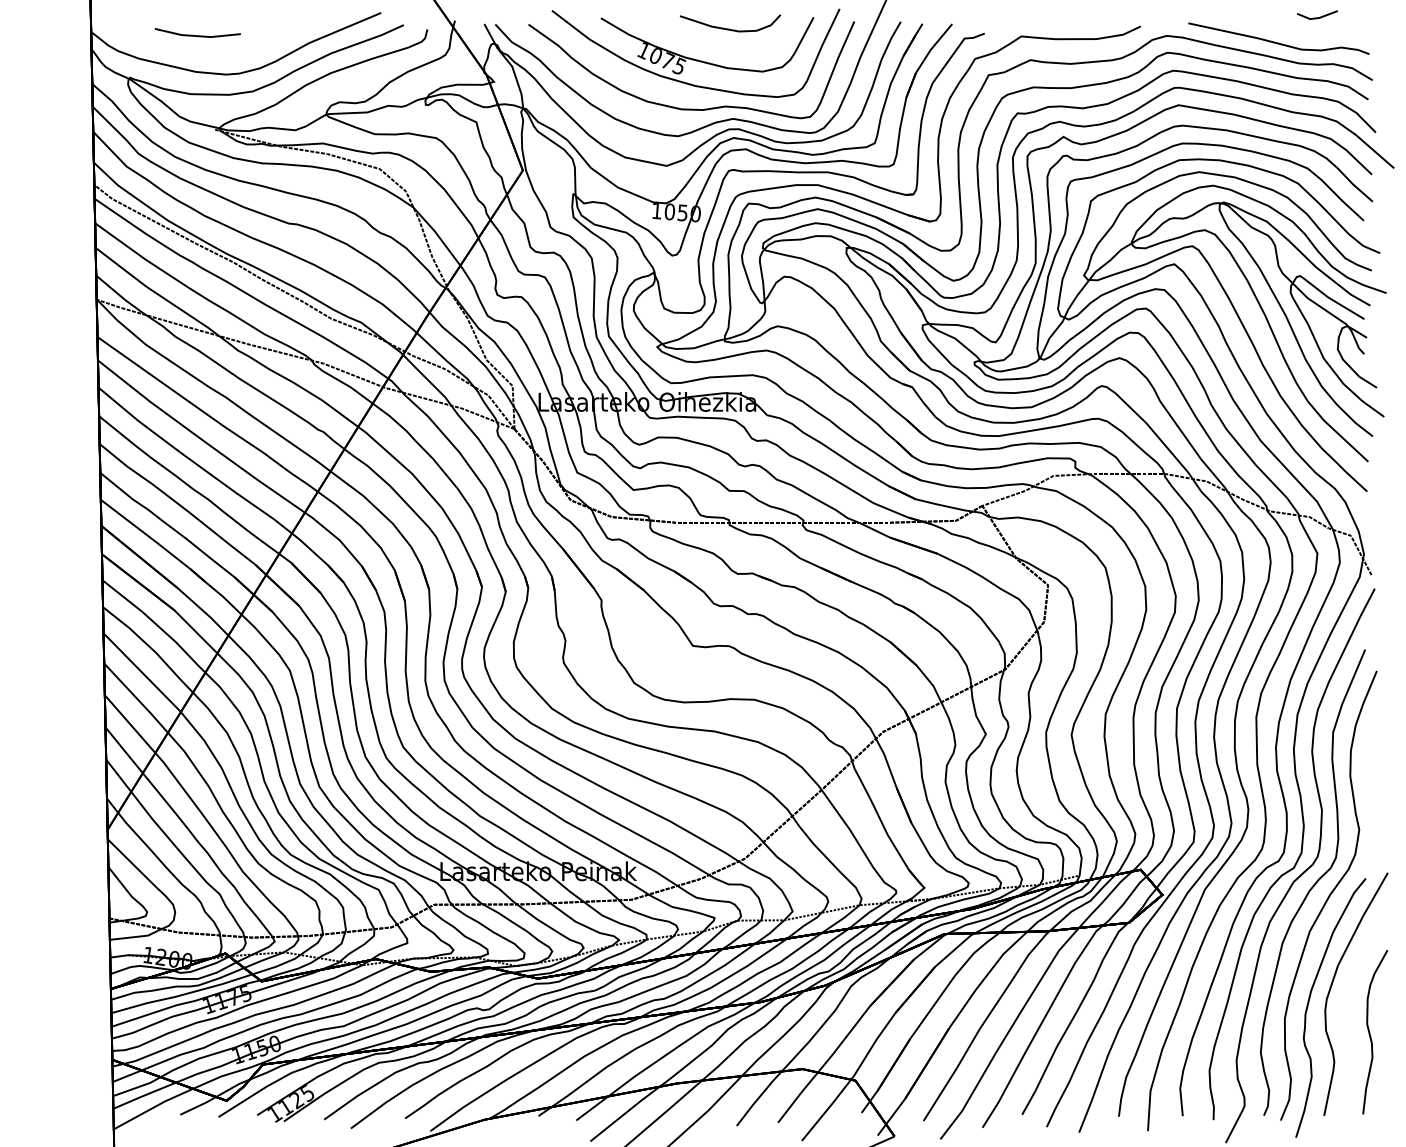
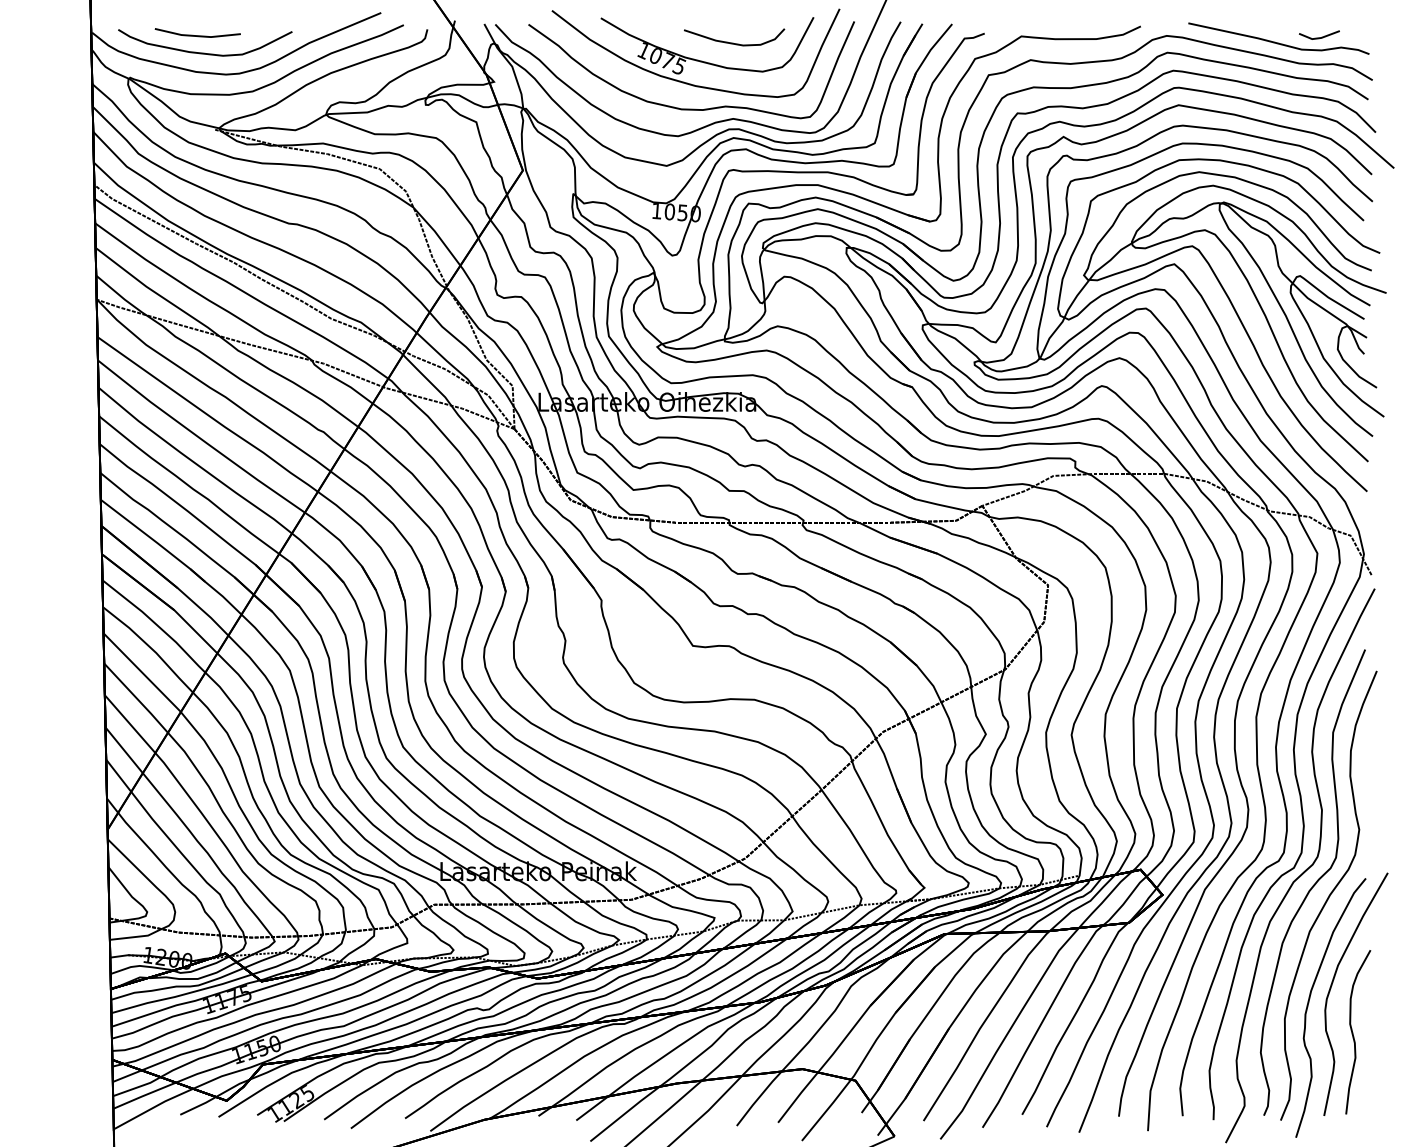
line at (1319, 16) position: (1319, 16) -> (1321, 36)
curve at (729, 28) position: (729, 28) -> (733, 42)
curve at (204, 52): none -> present
curve at (1370, 1032) position: (1370, 1032) -> (1353, 1032)
